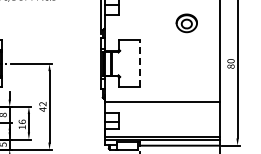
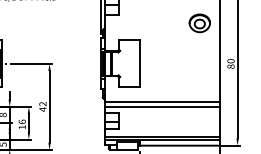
part at (186, 23) position: (186, 23) -> (199, 23)
line at (139, 63): dashed -> solid
line at (162, 107): none -> present
